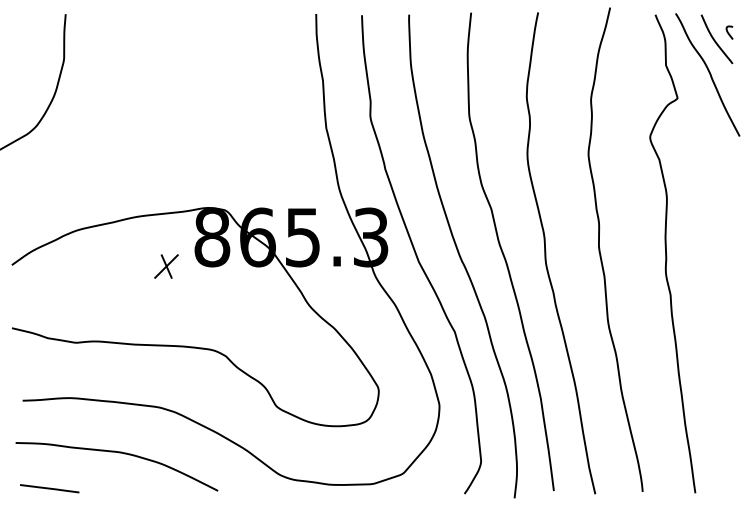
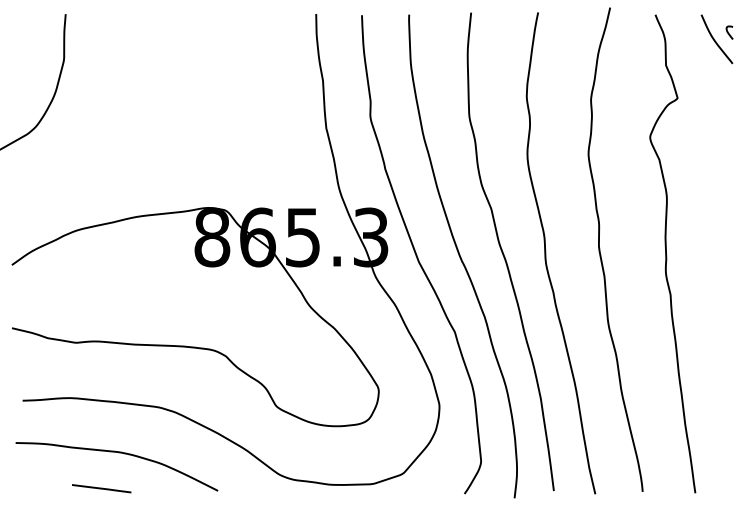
curve at (709, 74): present -> none
part at (166, 266): present -> none
line at (49, 488) position: (49, 488) -> (101, 488)
